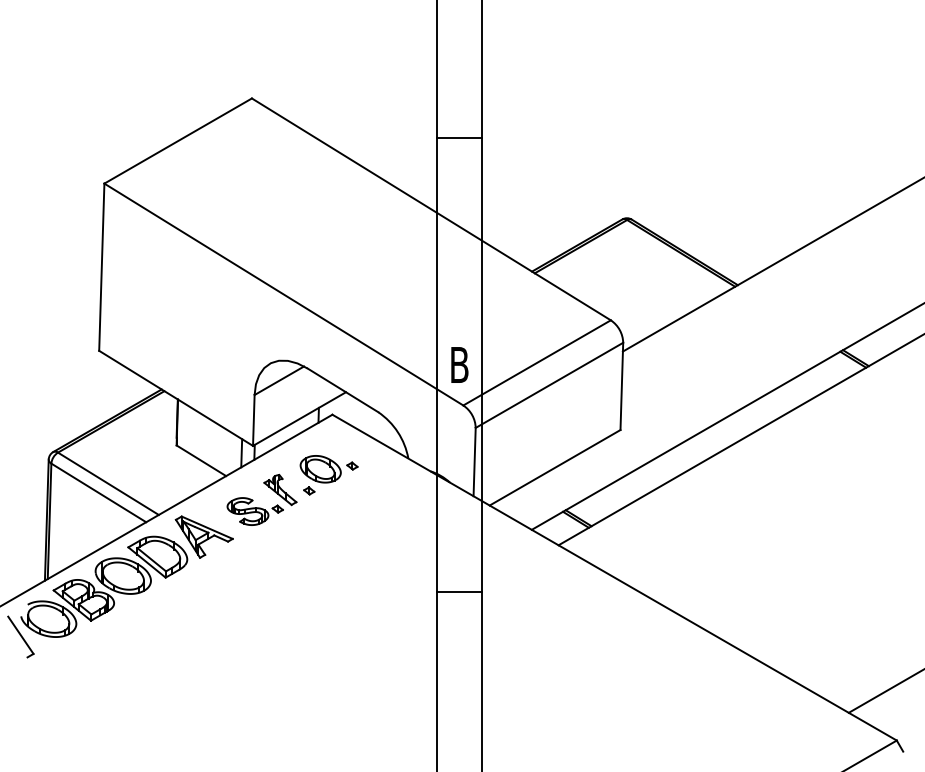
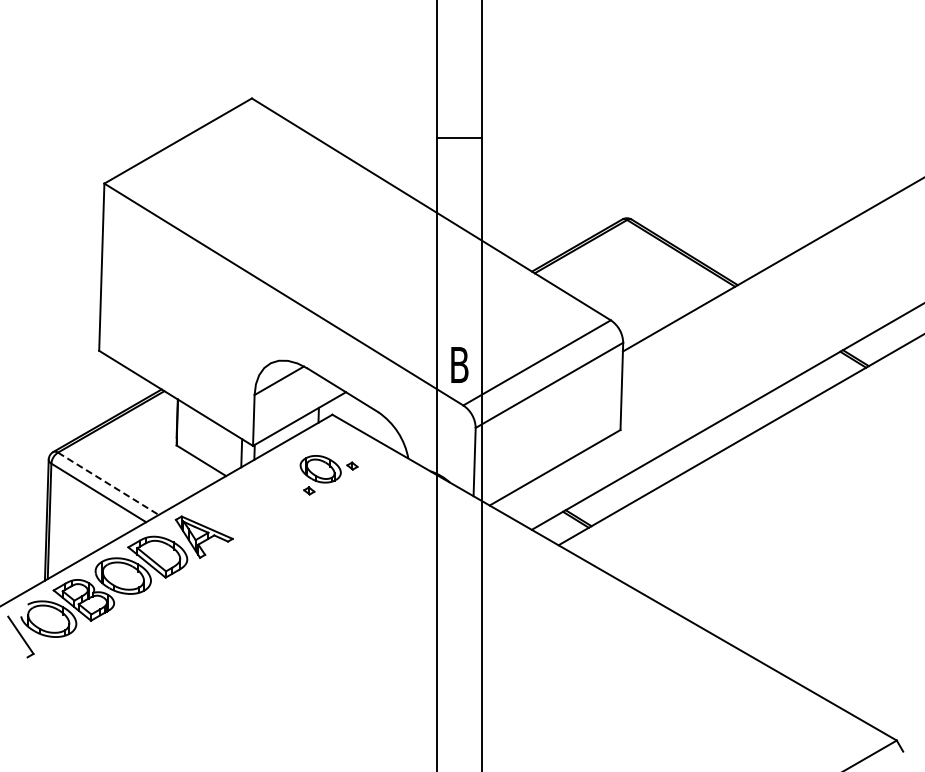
line at (108, 484): solid -> dashed
part at (253, 500): present -> none
line at (459, 591): present -> none
line at (884, 691): present -> none
